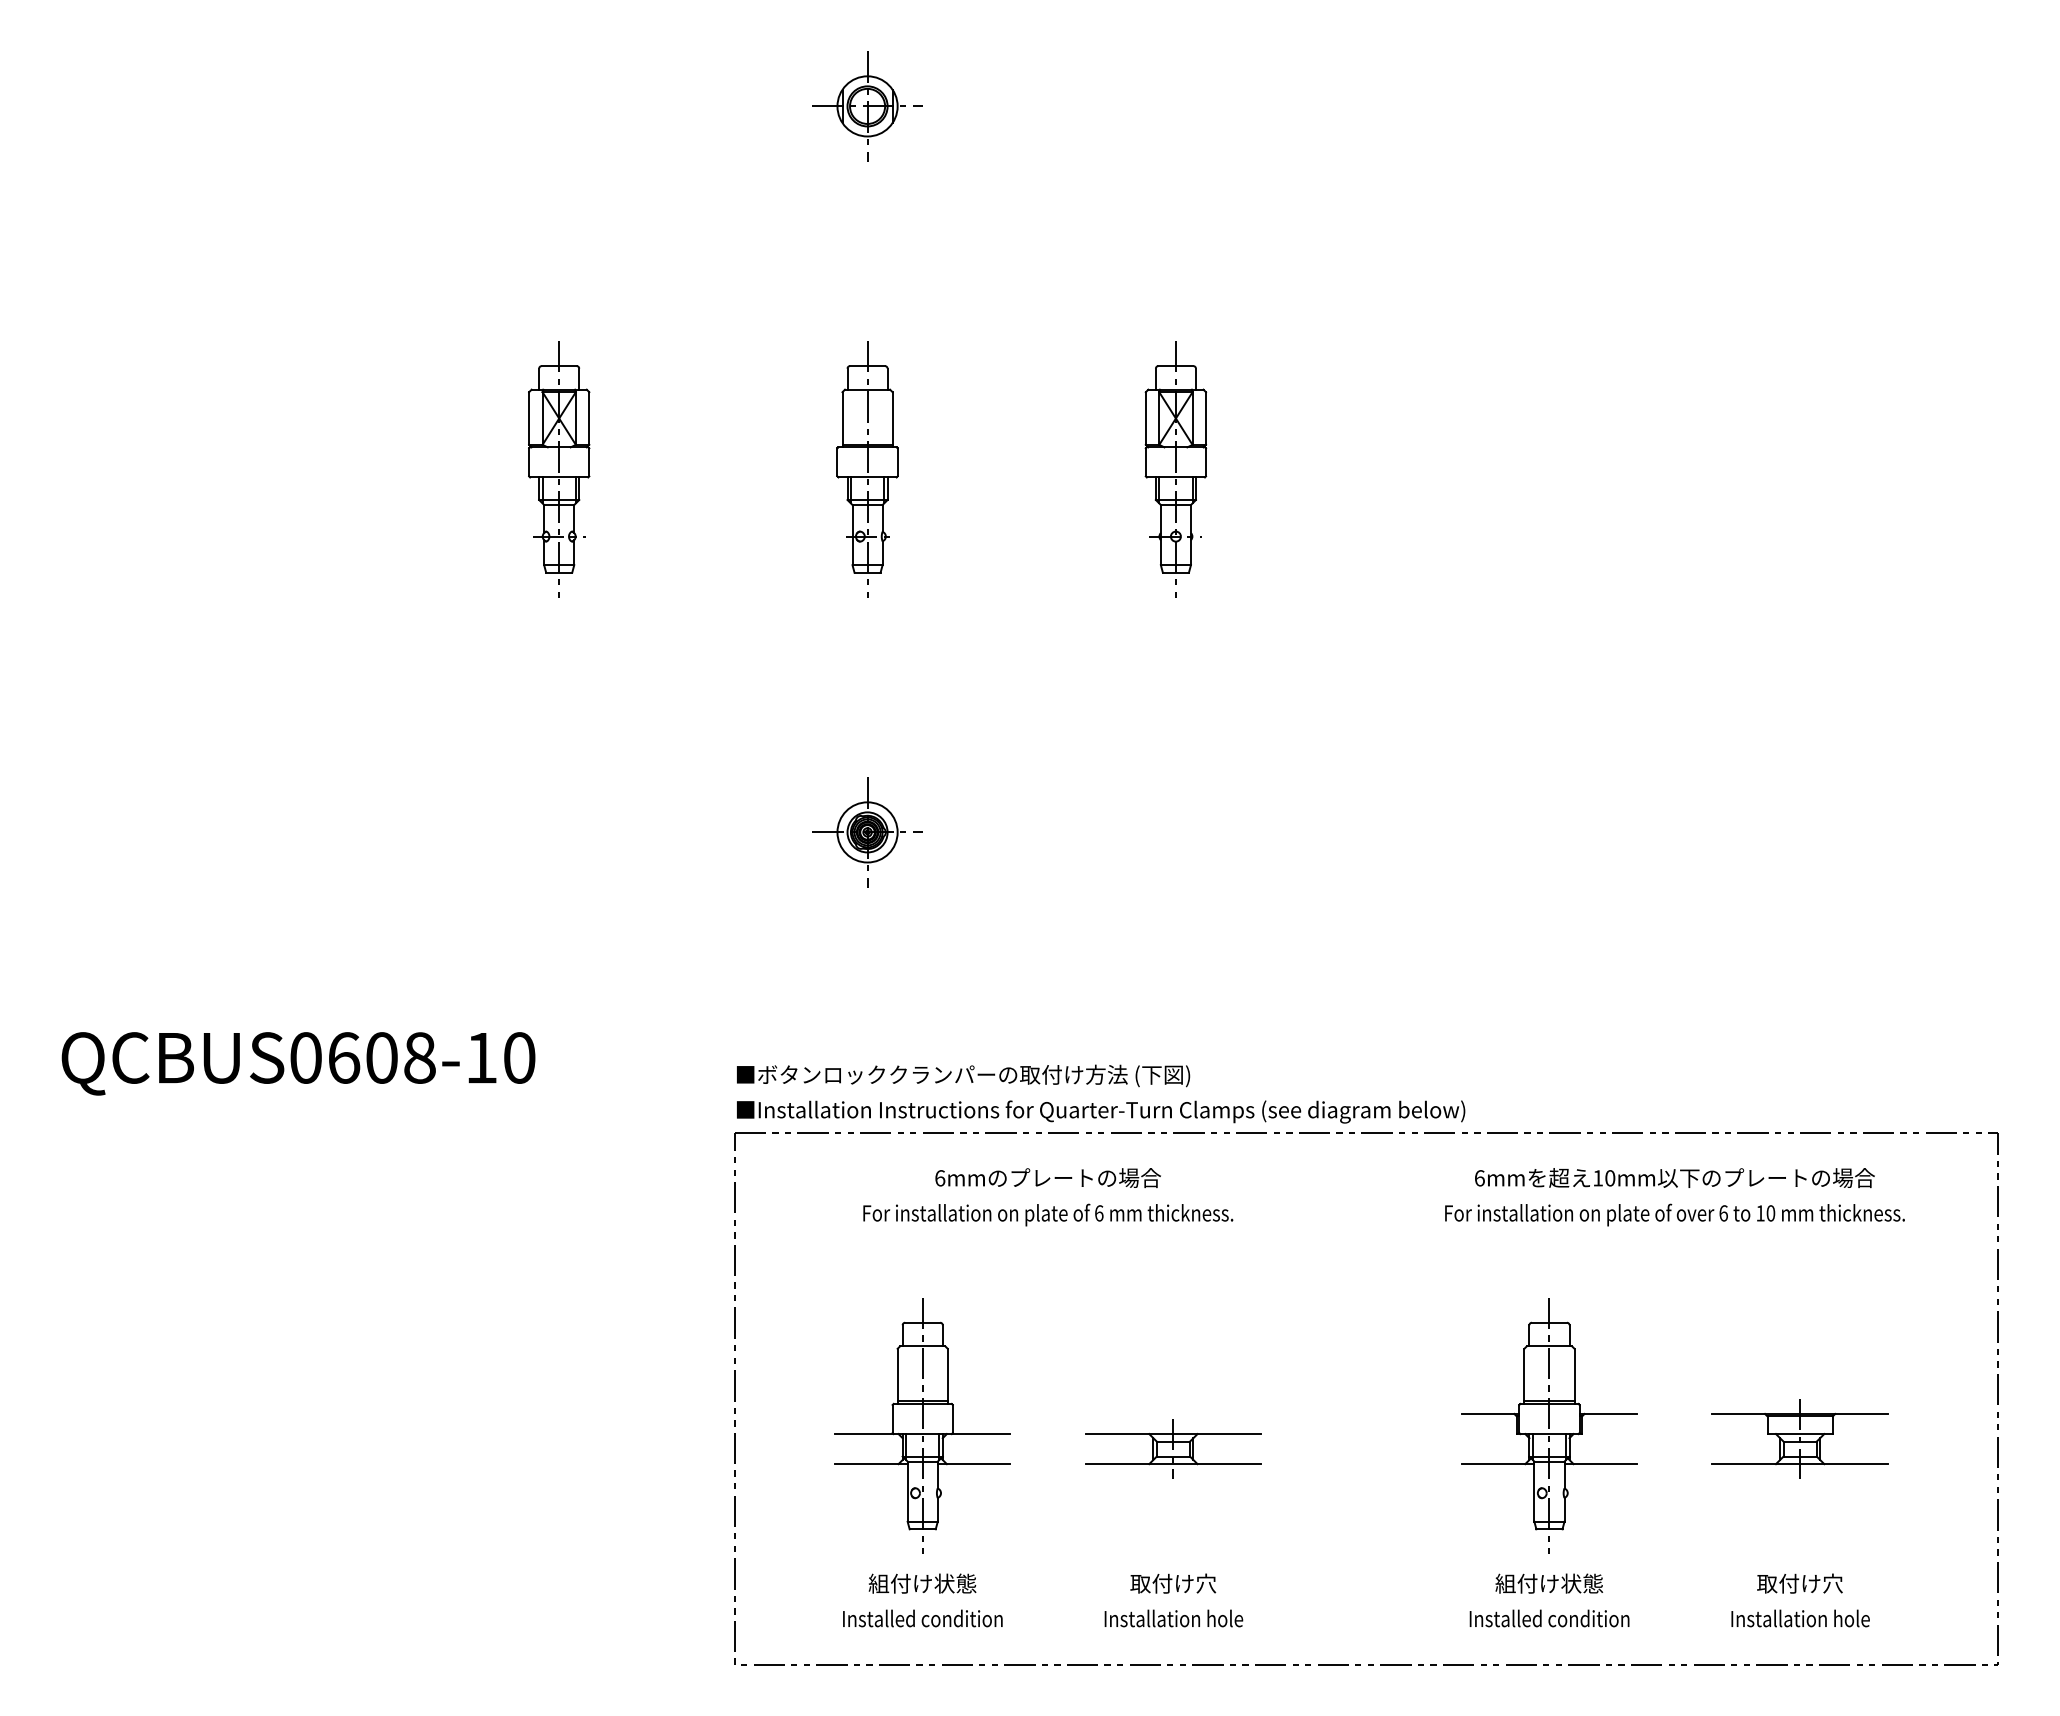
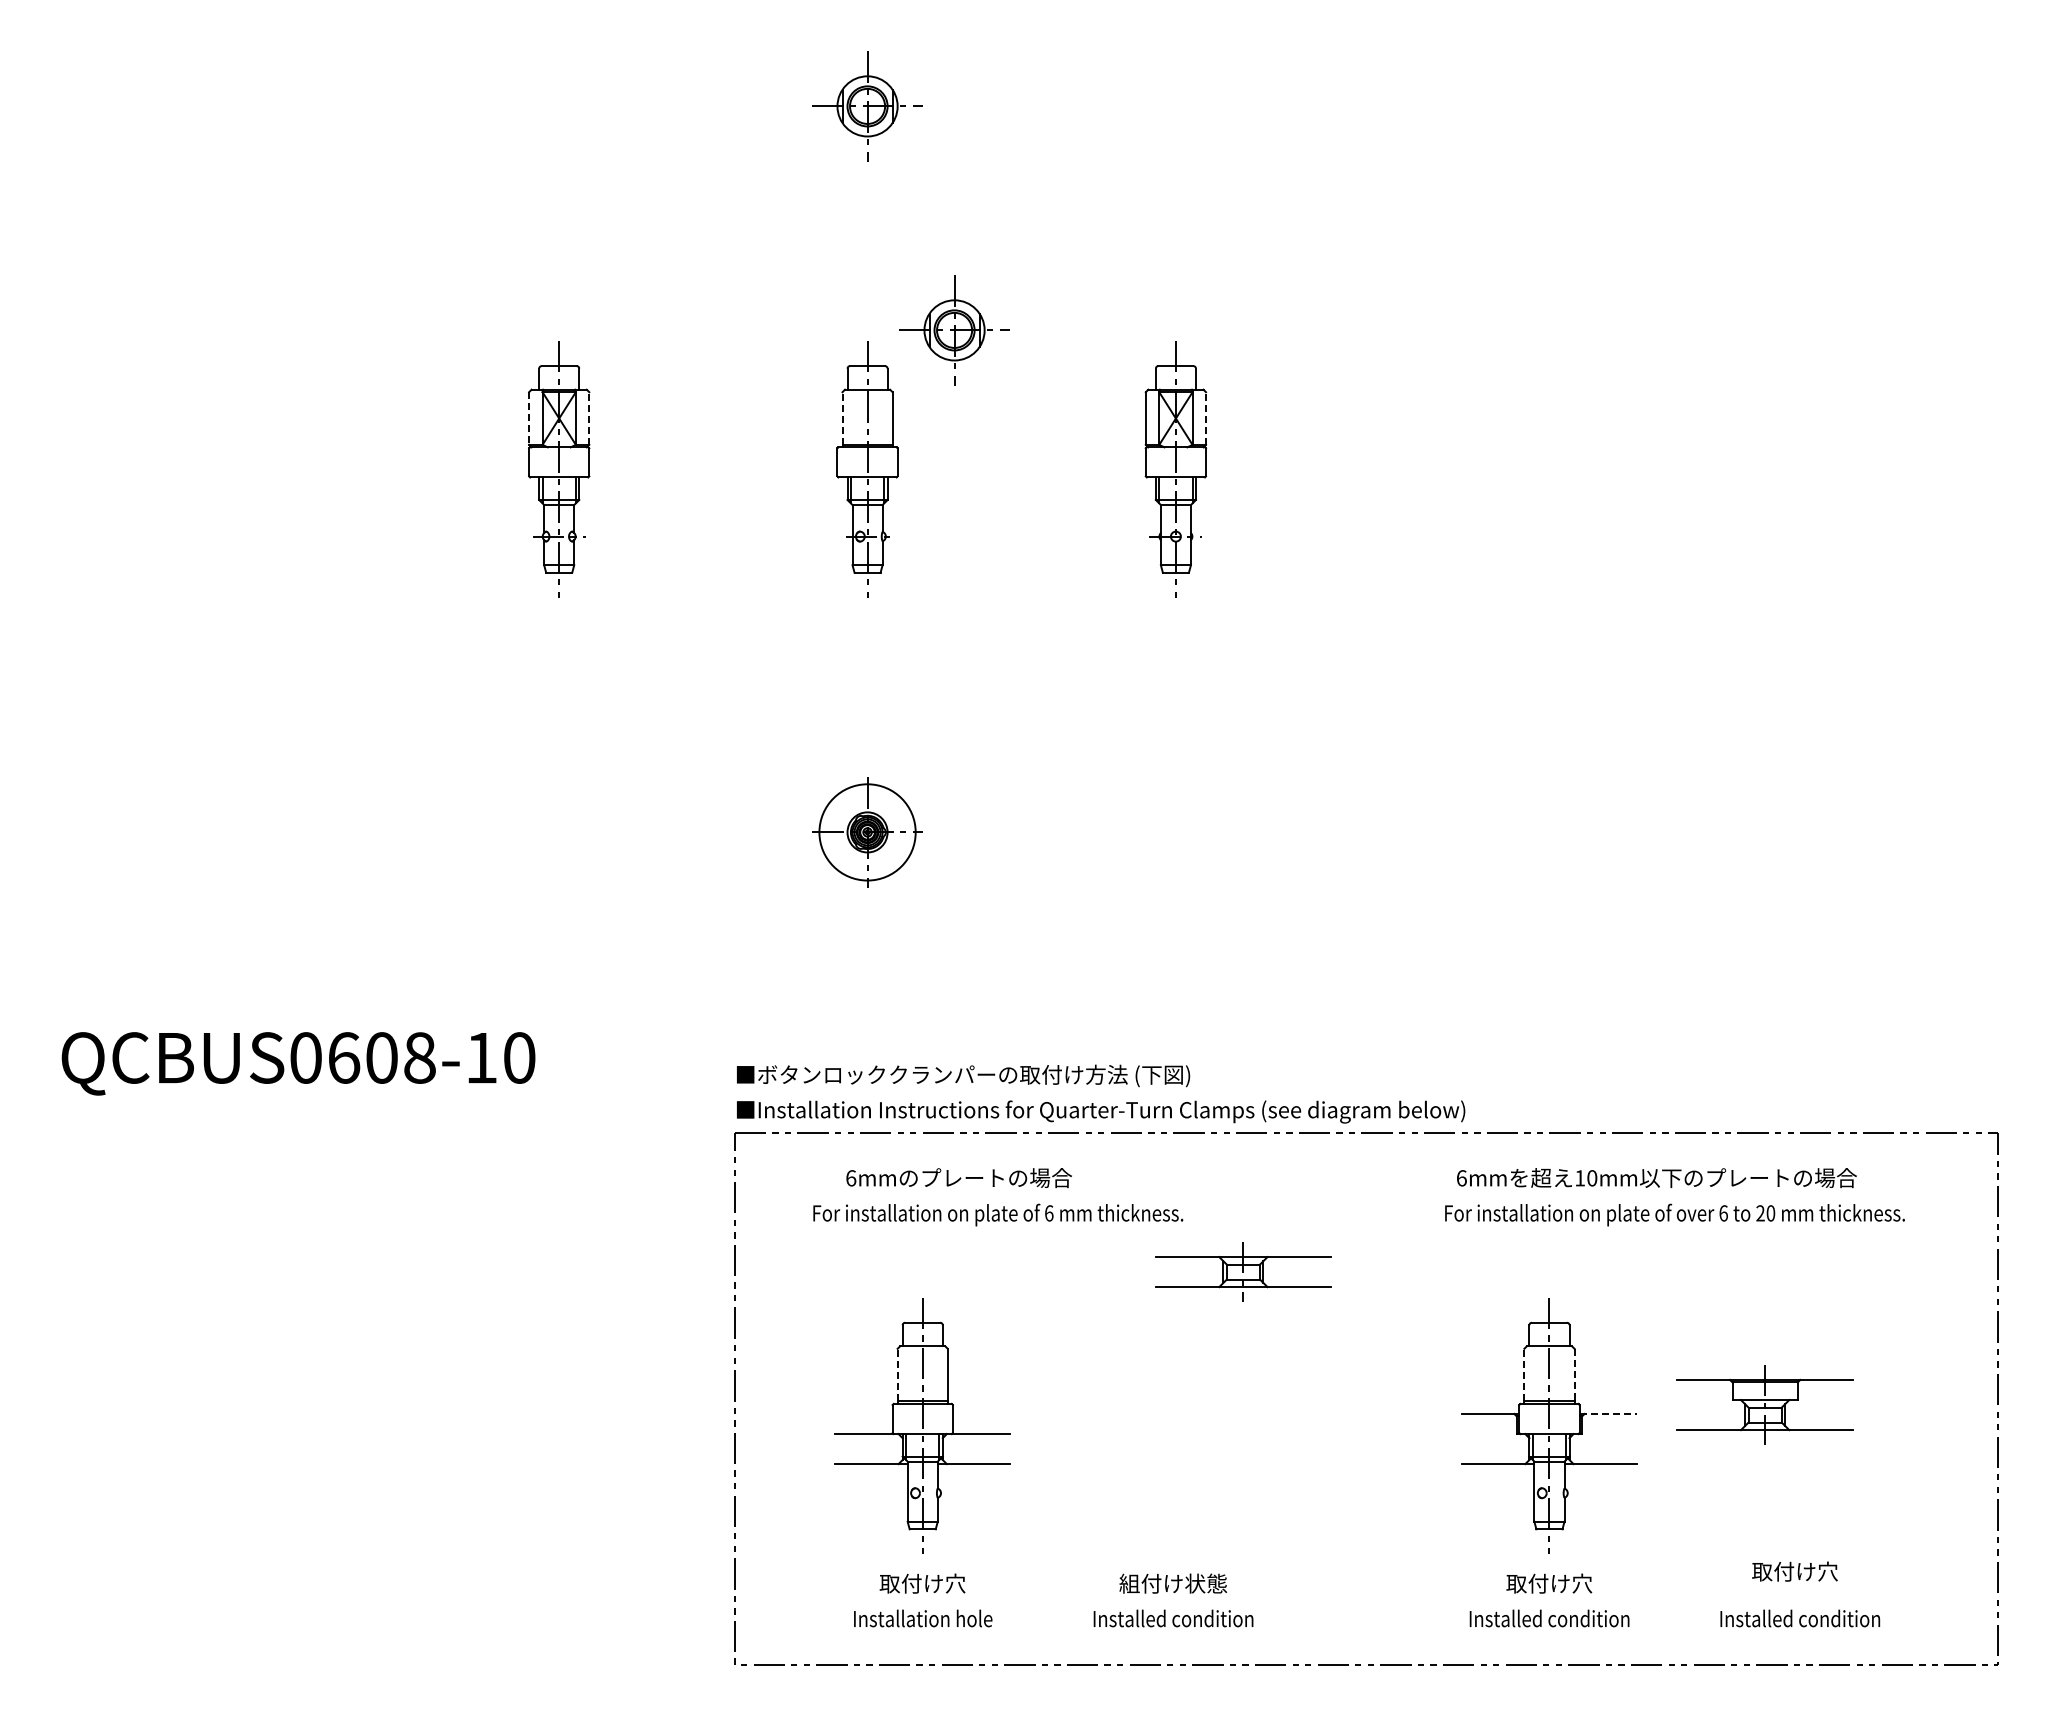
part at (954, 330): none -> present
line at (589, 418): solid -> dashed
line at (842, 418): solid -> dashed
line at (1206, 418): solid -> dashed
line at (529, 419): solid -> dashed
circle at (867, 832) diameter: 60 px -> 96 px
text at (1047, 1178) position: (1047, 1178) -> (958, 1178)
text at (1674, 1178) position: (1674, 1178) -> (1656, 1178)
text at (1760, 1213): 10 -> 20
text at (1048, 1214) position: (1048, 1214) -> (998, 1214)
line at (897, 1374): solid -> dashed
line at (1524, 1374): solid -> dashed
line at (1574, 1375): solid -> dashed
line at (1608, 1413): solid -> dashed
part at (1799, 1438) position: (1799, 1438) -> (1764, 1404)
part at (1173, 1448) position: (1173, 1448) -> (1243, 1271)
text at (922, 1583): 組付け状態 -> 取付け穴
text at (1173, 1583): 取付け穴 -> 組付け状態
text at (1549, 1583): 組付け状態 -> 取付け穴
text at (1799, 1583) position: (1799, 1583) -> (1794, 1571)
text at (922, 1618): Installed condition -> Installation hole
text at (1173, 1618): Installation hole -> Installed condition
text at (1800, 1618): Installation hole -> Installed condition
